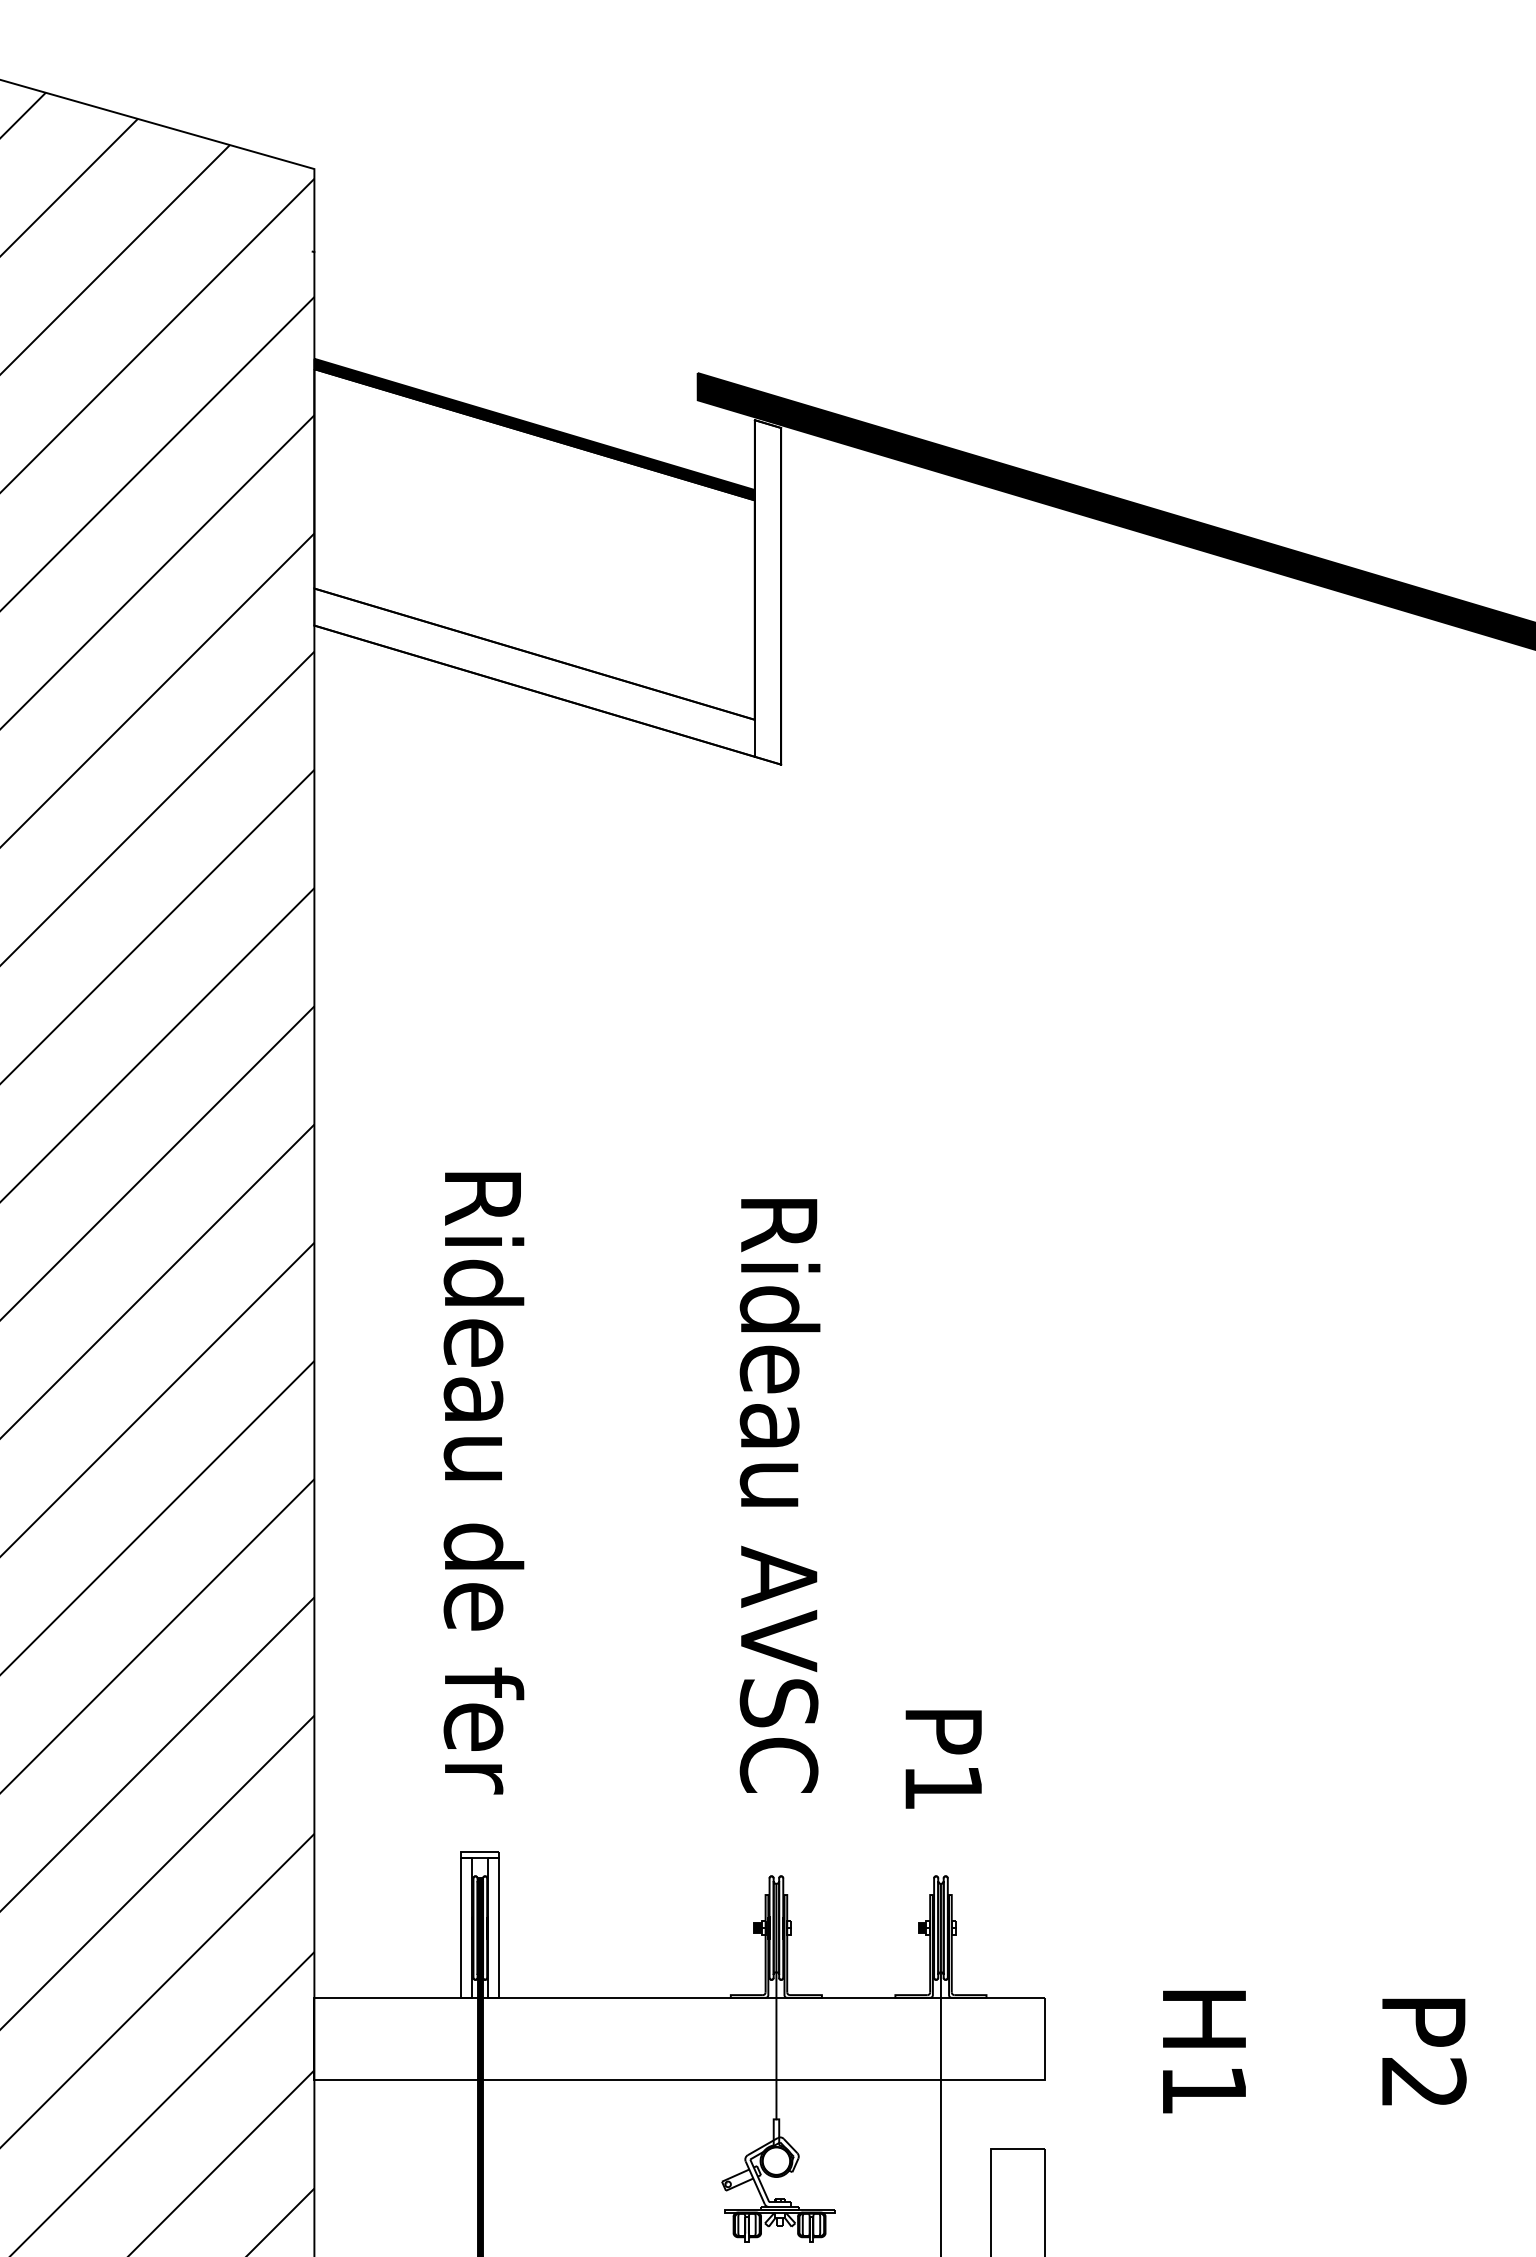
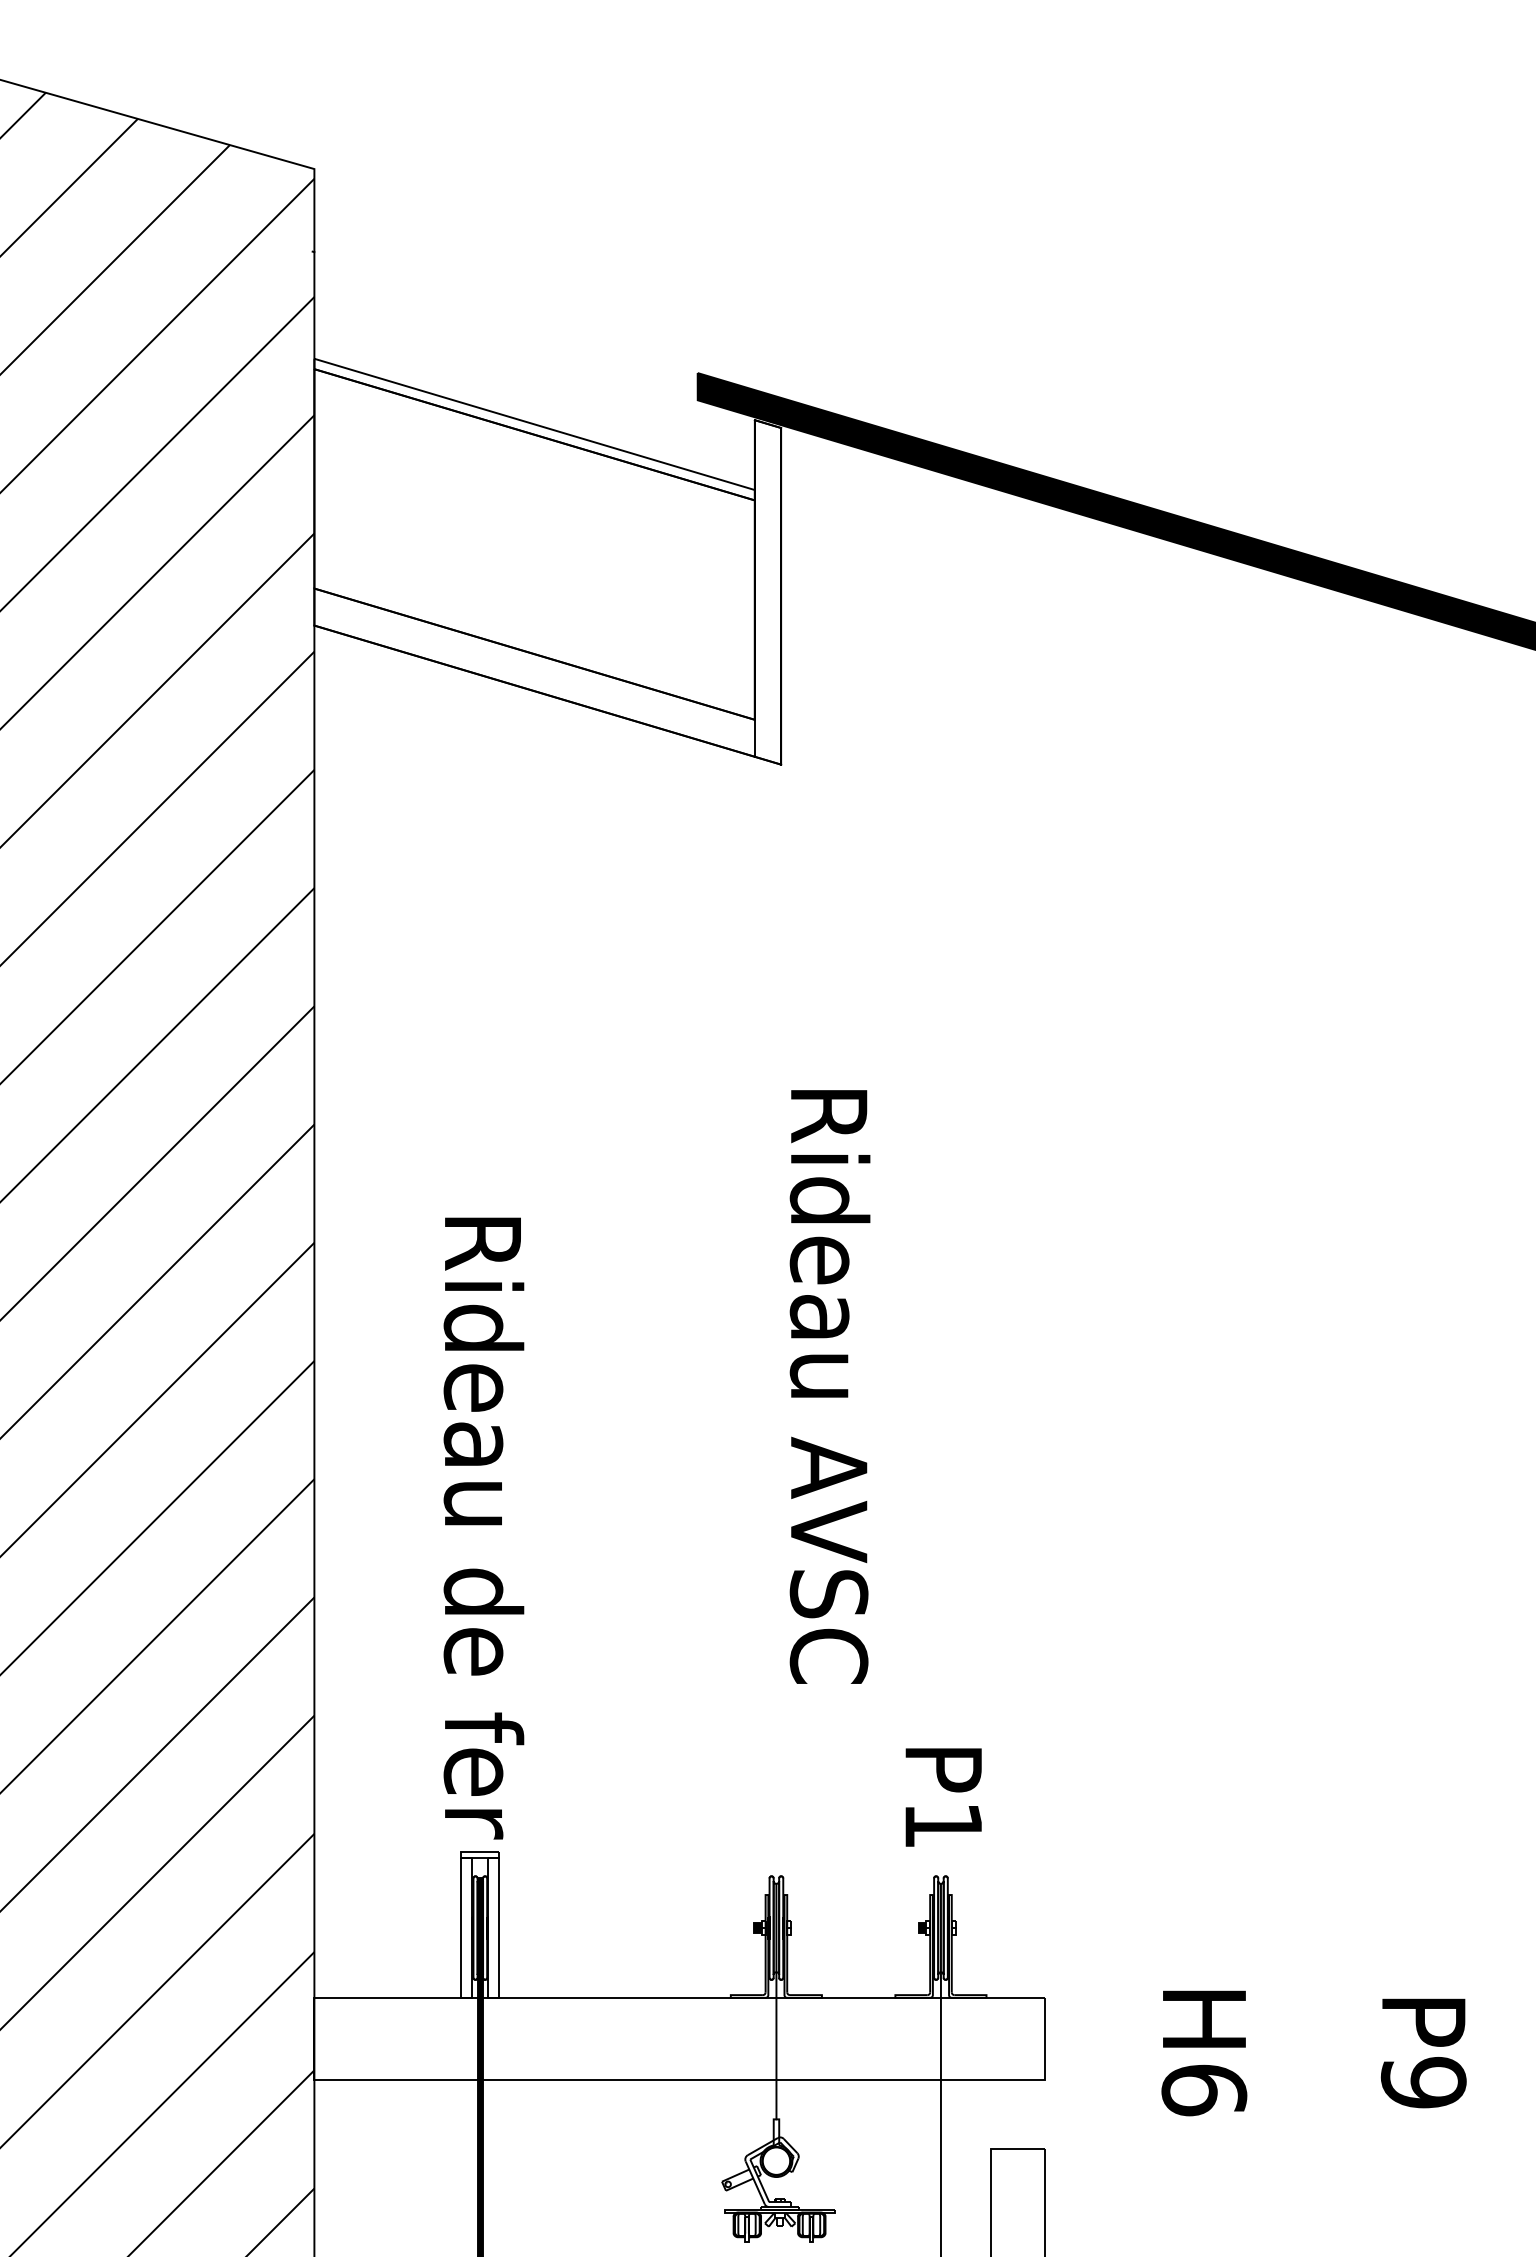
fill at (534, 429): present -> none
text at (483, 1483) position: (483, 1483) -> (483, 1528)
text at (779, 1495) position: (779, 1495) -> (829, 1386)
text at (943, 1759) position: (943, 1759) -> (943, 1797)
text at (1423, 2082): P2 -> P9
text at (1204, 2090): H1 -> H6
